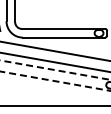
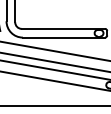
line at (54, 70): dashed -> solid
line at (56, 81): dashed -> solid
